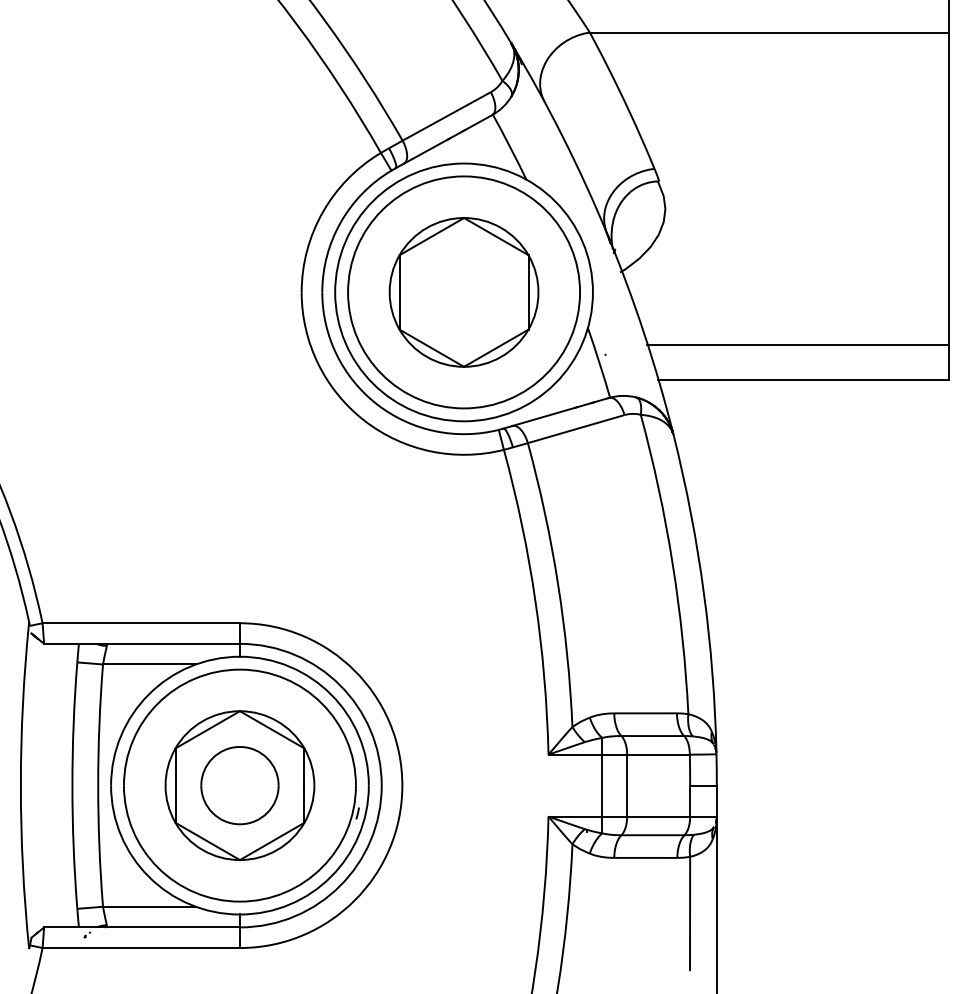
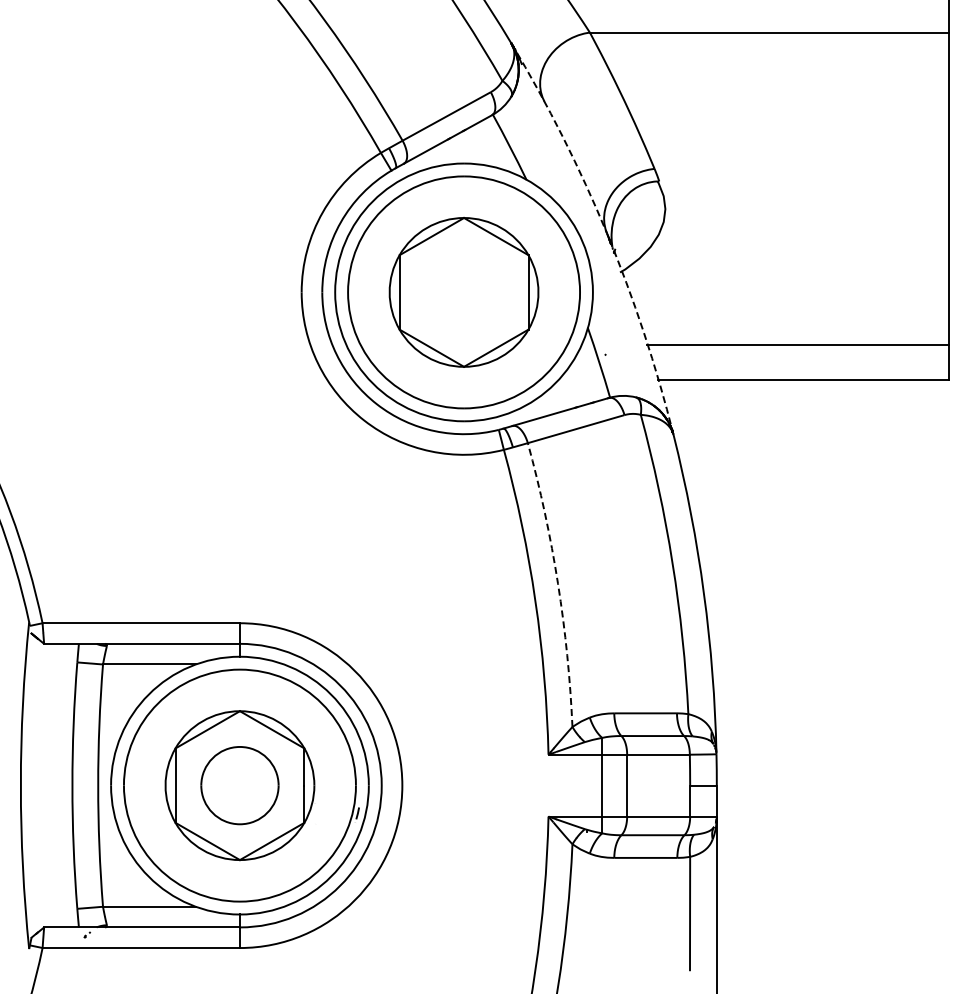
arc at (607, 233): solid -> dashed
arc at (558, 583): solid -> dashed
